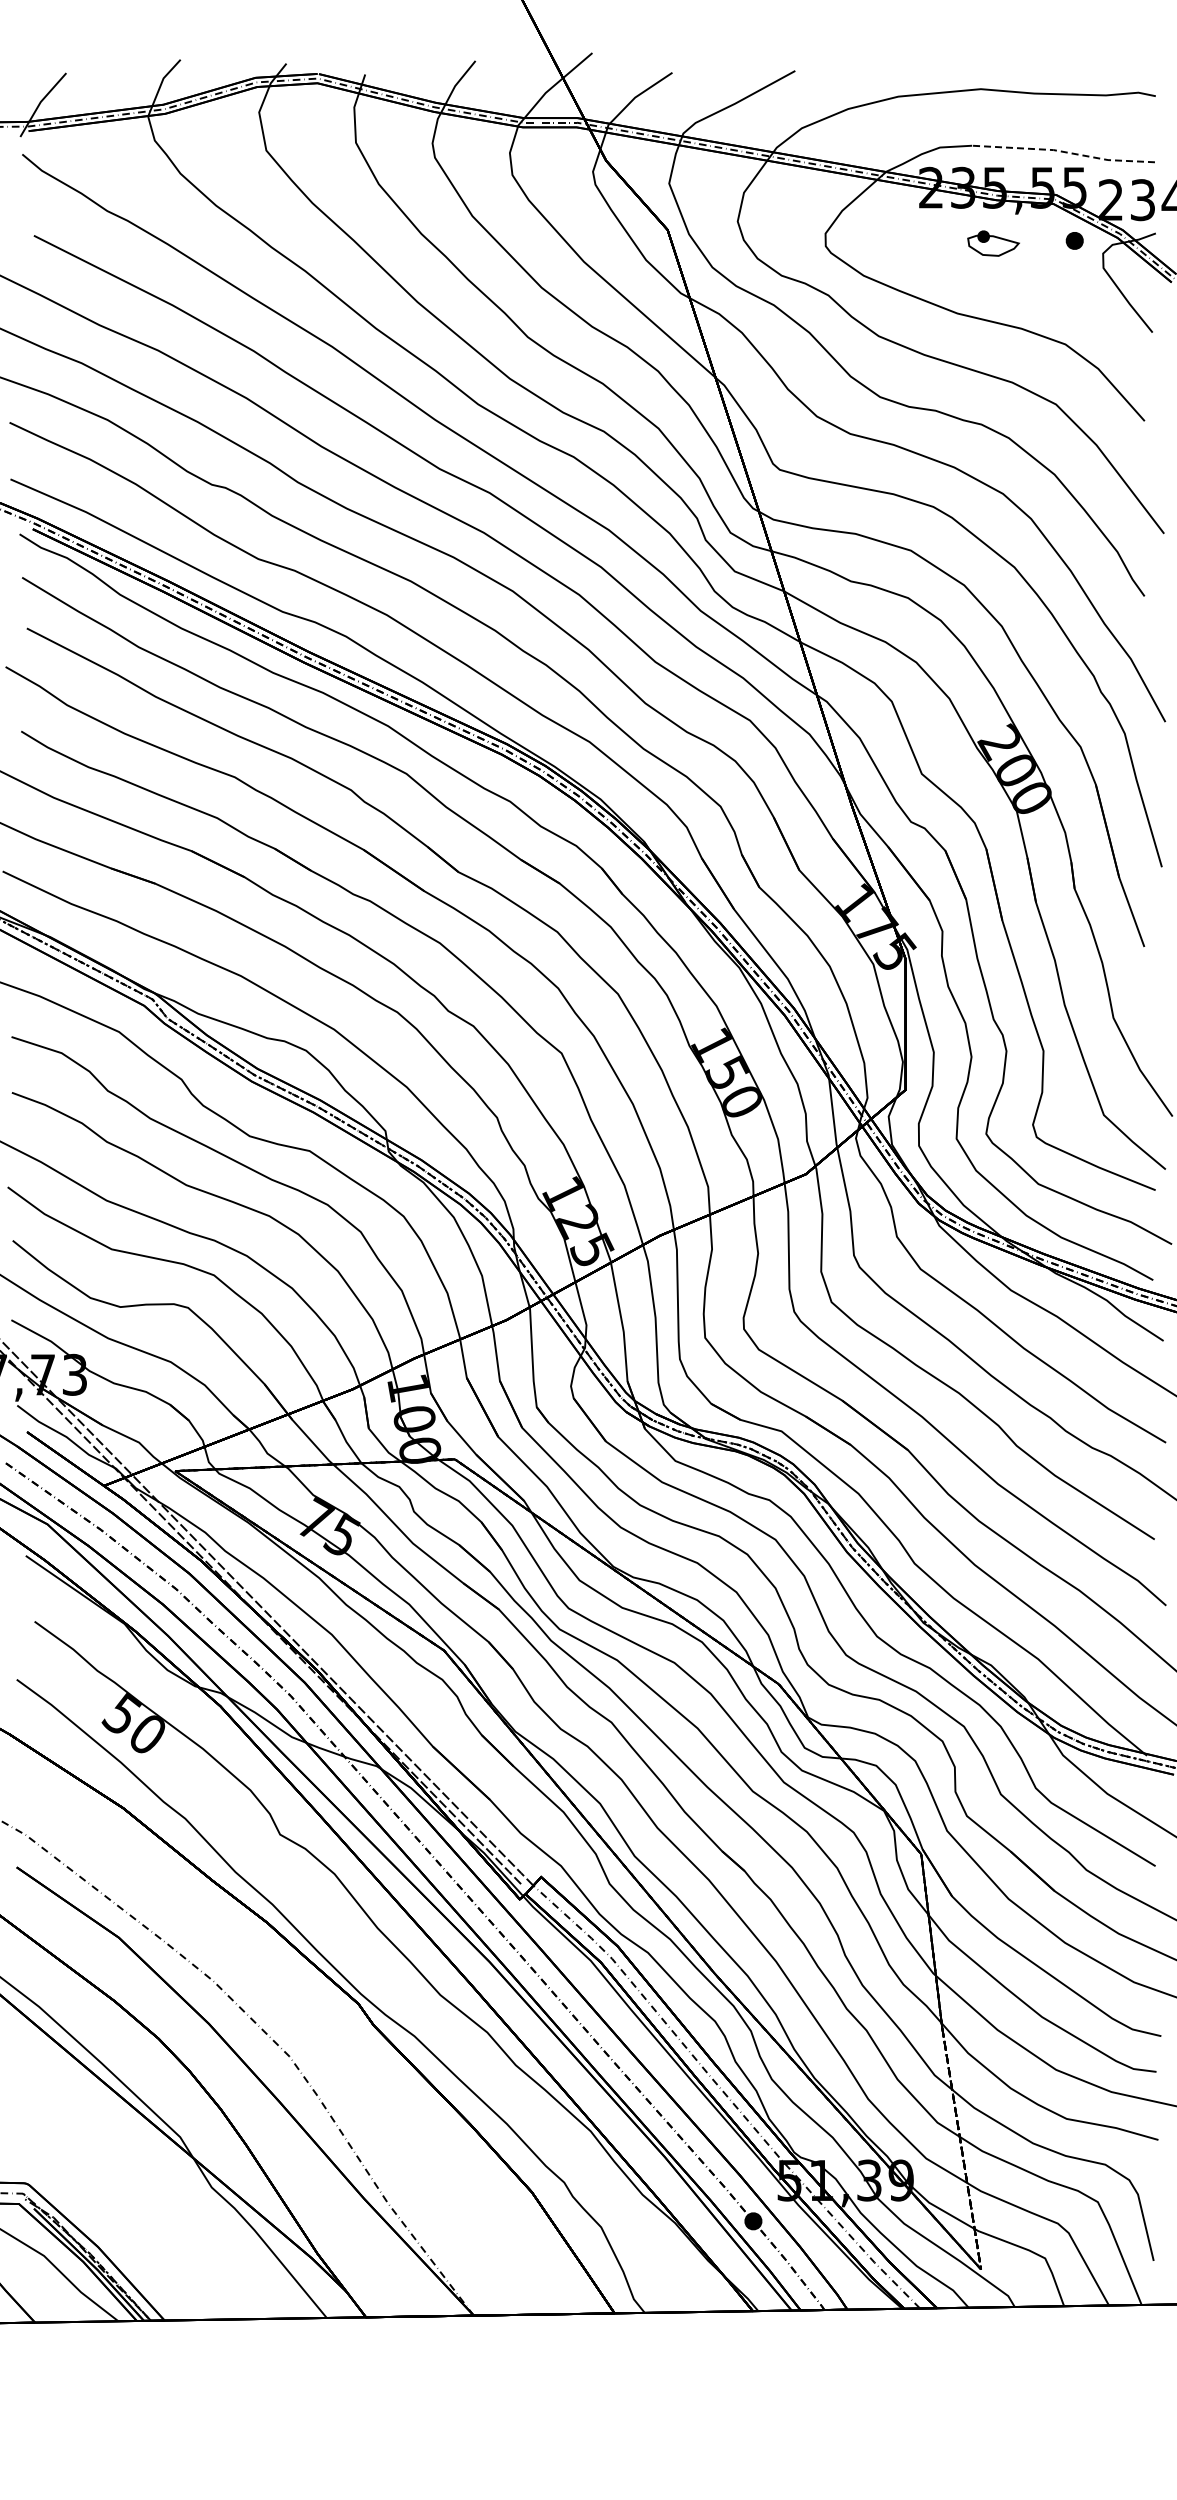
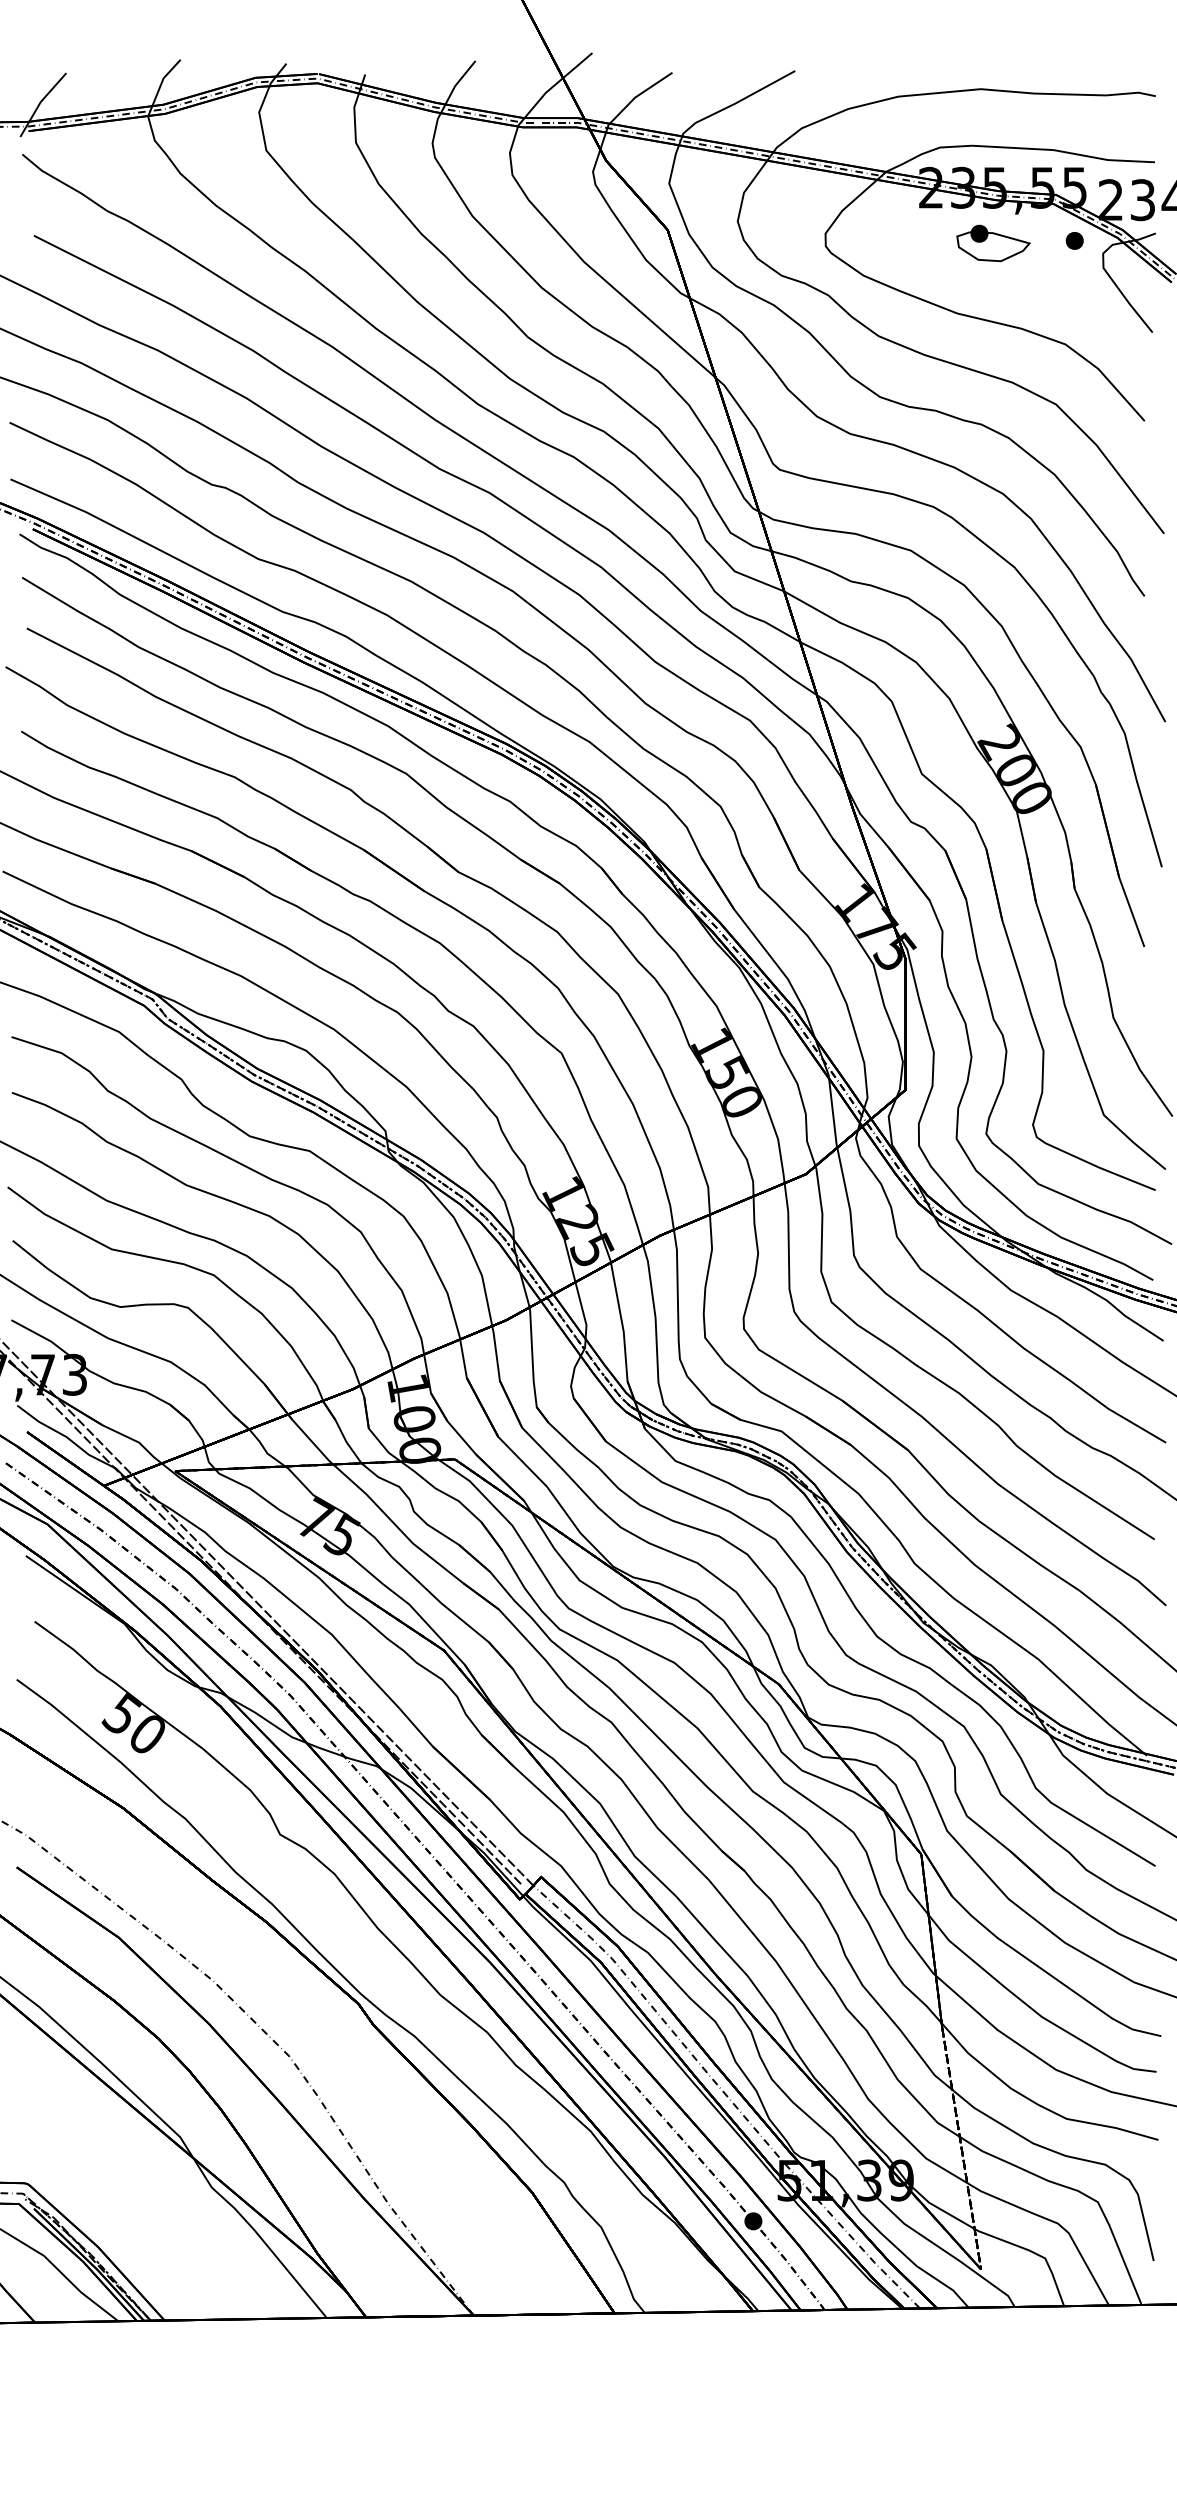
line at (1064, 152): dashed -> solid
part at (993, 243) size: 53x27 px -> 75x39 px
